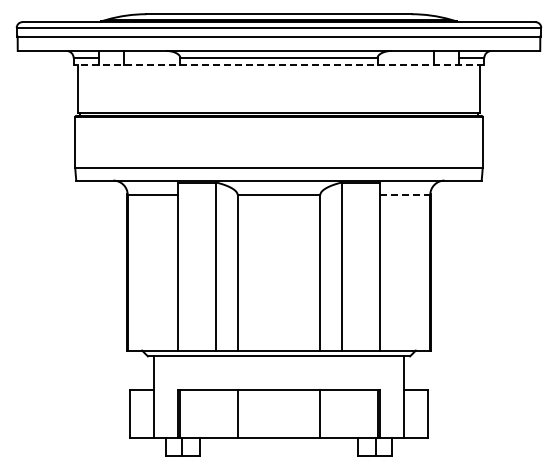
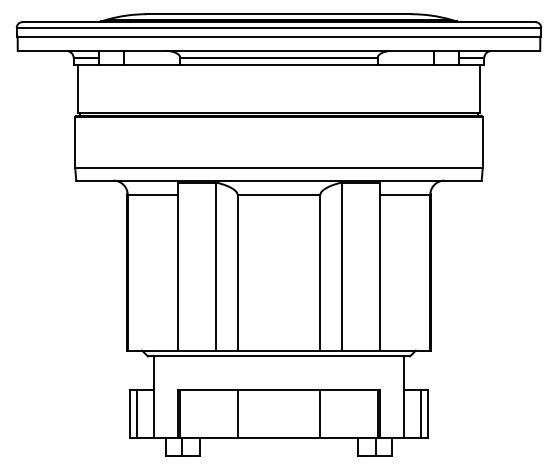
line at (278, 65): dashed -> solid
line at (405, 195): dashed -> solid
line at (137, 413): none -> present
line at (420, 413): none -> present
